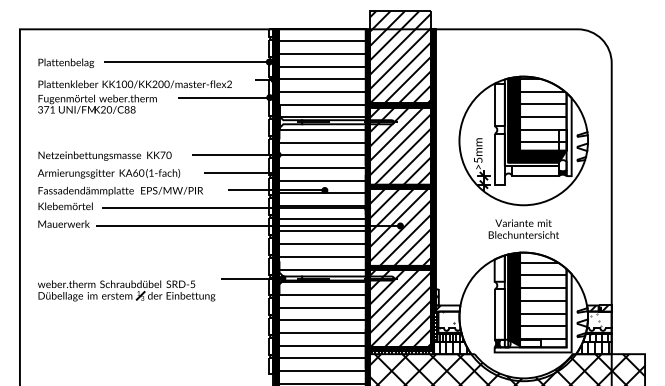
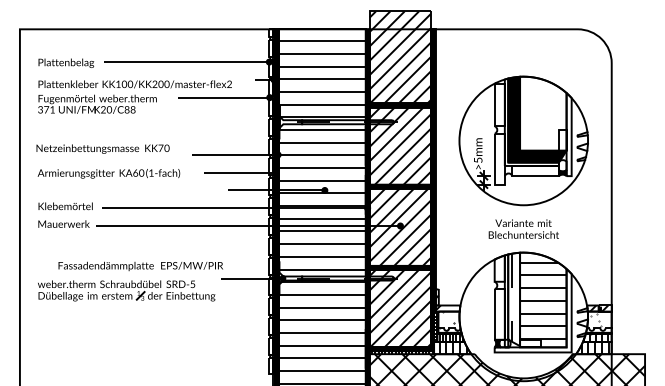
hatch at (543, 110): present -> none
text at (104, 155) position: (104, 155) -> (102, 148)
text at (120, 191) position: (120, 191) -> (140, 266)
fill at (514, 299): present -> none
